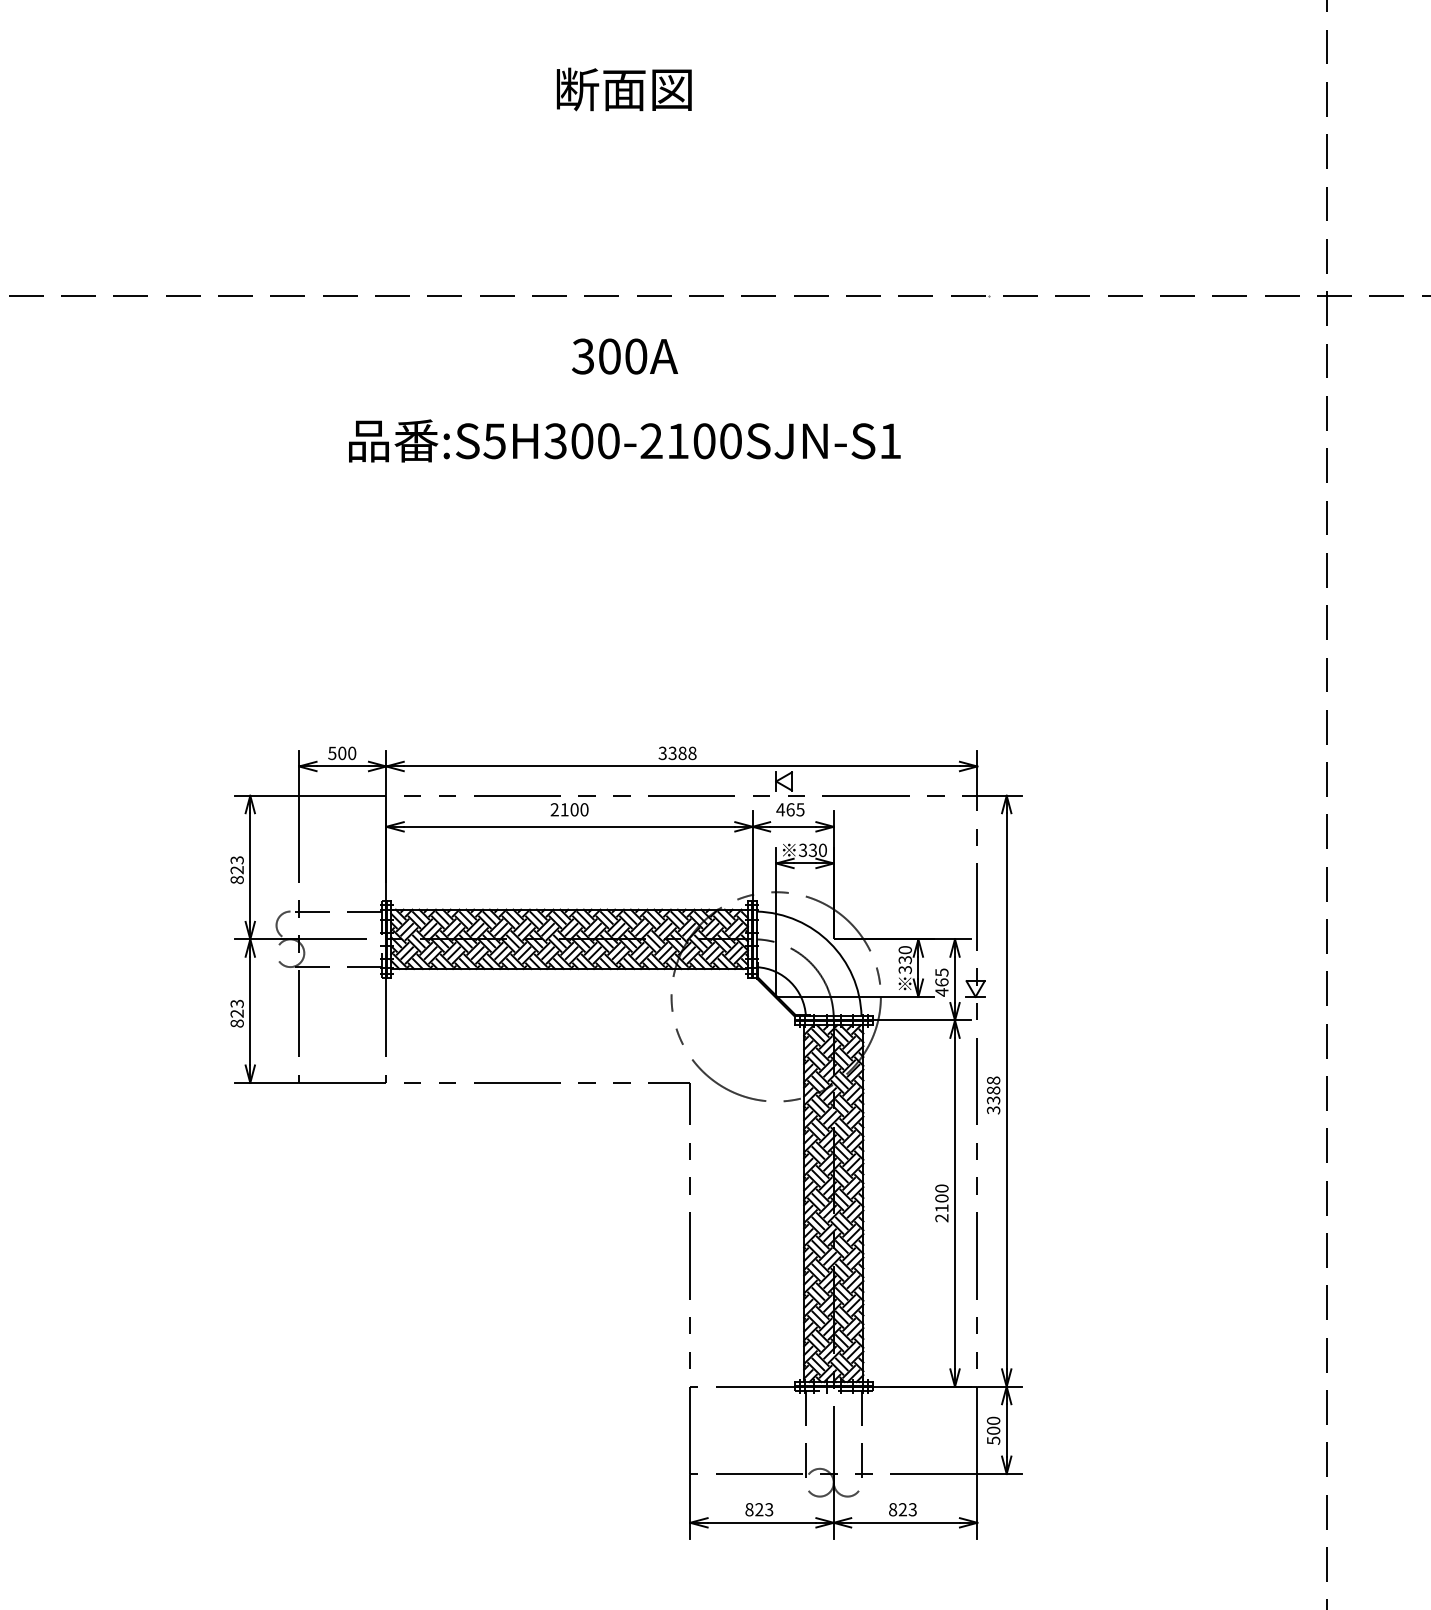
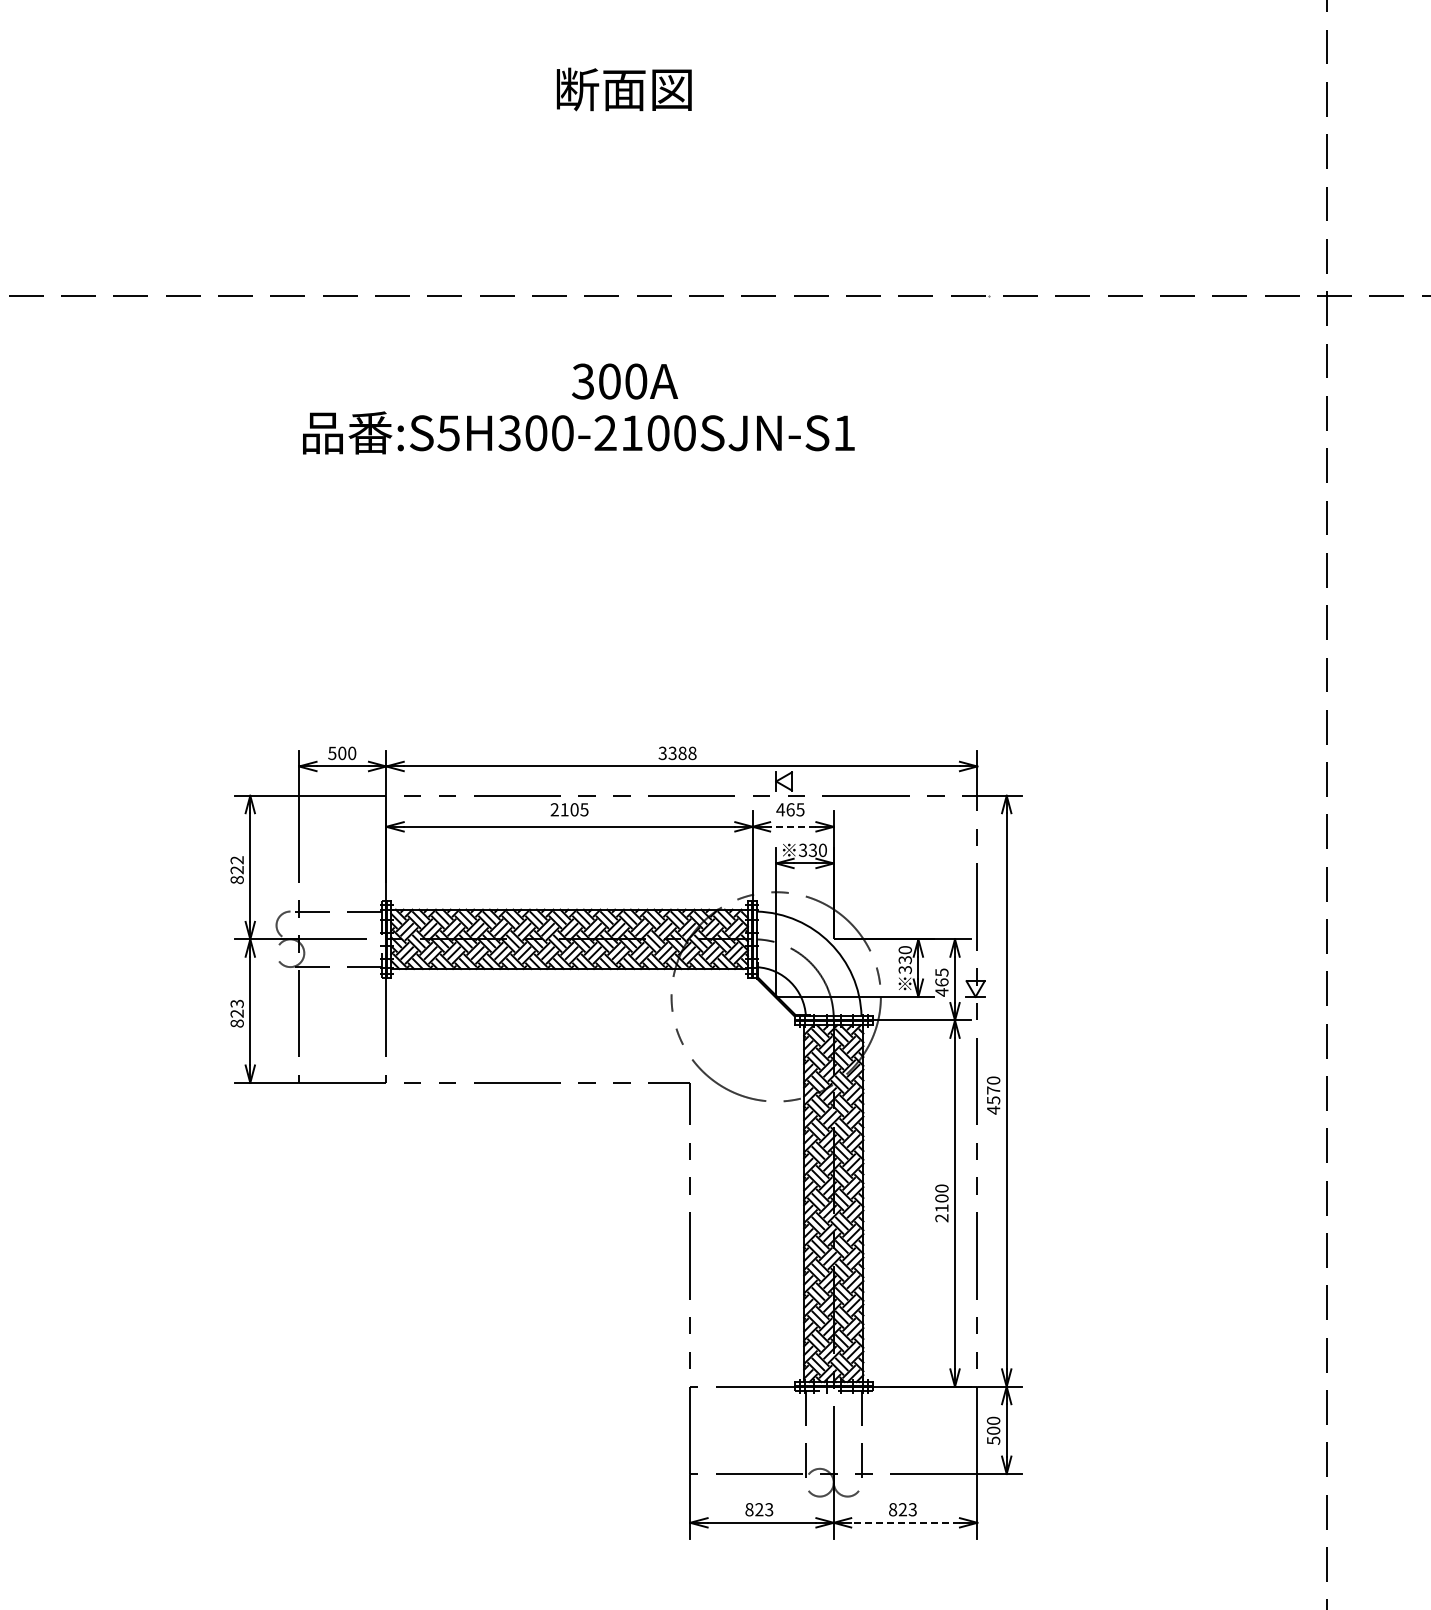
text at (625, 356) position: (625, 356) -> (625, 381)
text at (624, 440) position: (624, 440) -> (578, 432)
text at (584, 809): 2100 -> 2105
line at (792, 826): solid -> dashed
text at (237, 860): 823 -> 822
text at (993, 1095): 3388 -> 4570
line at (905, 1522): solid -> dashed
